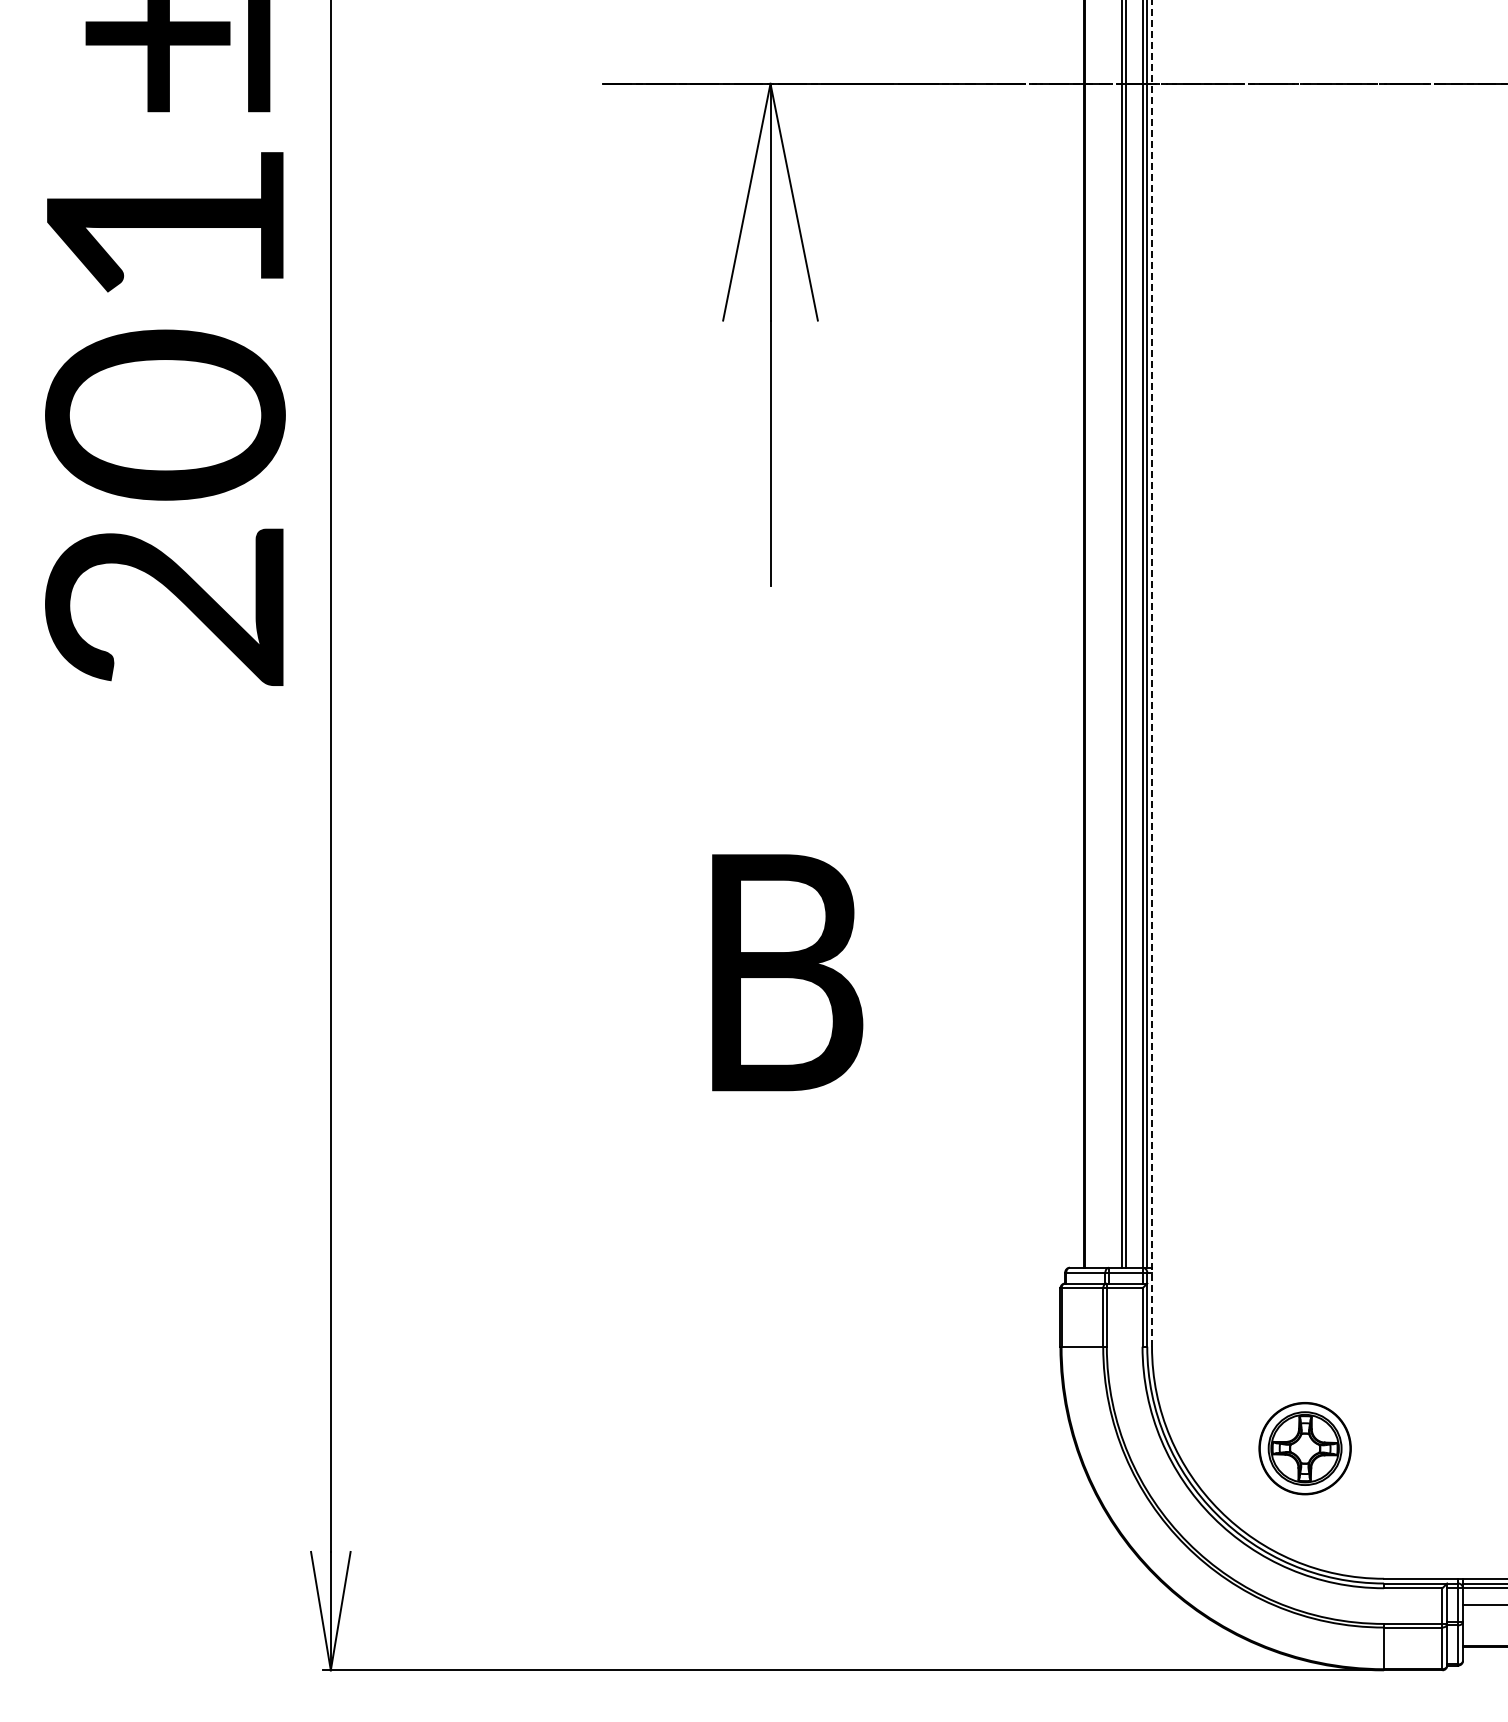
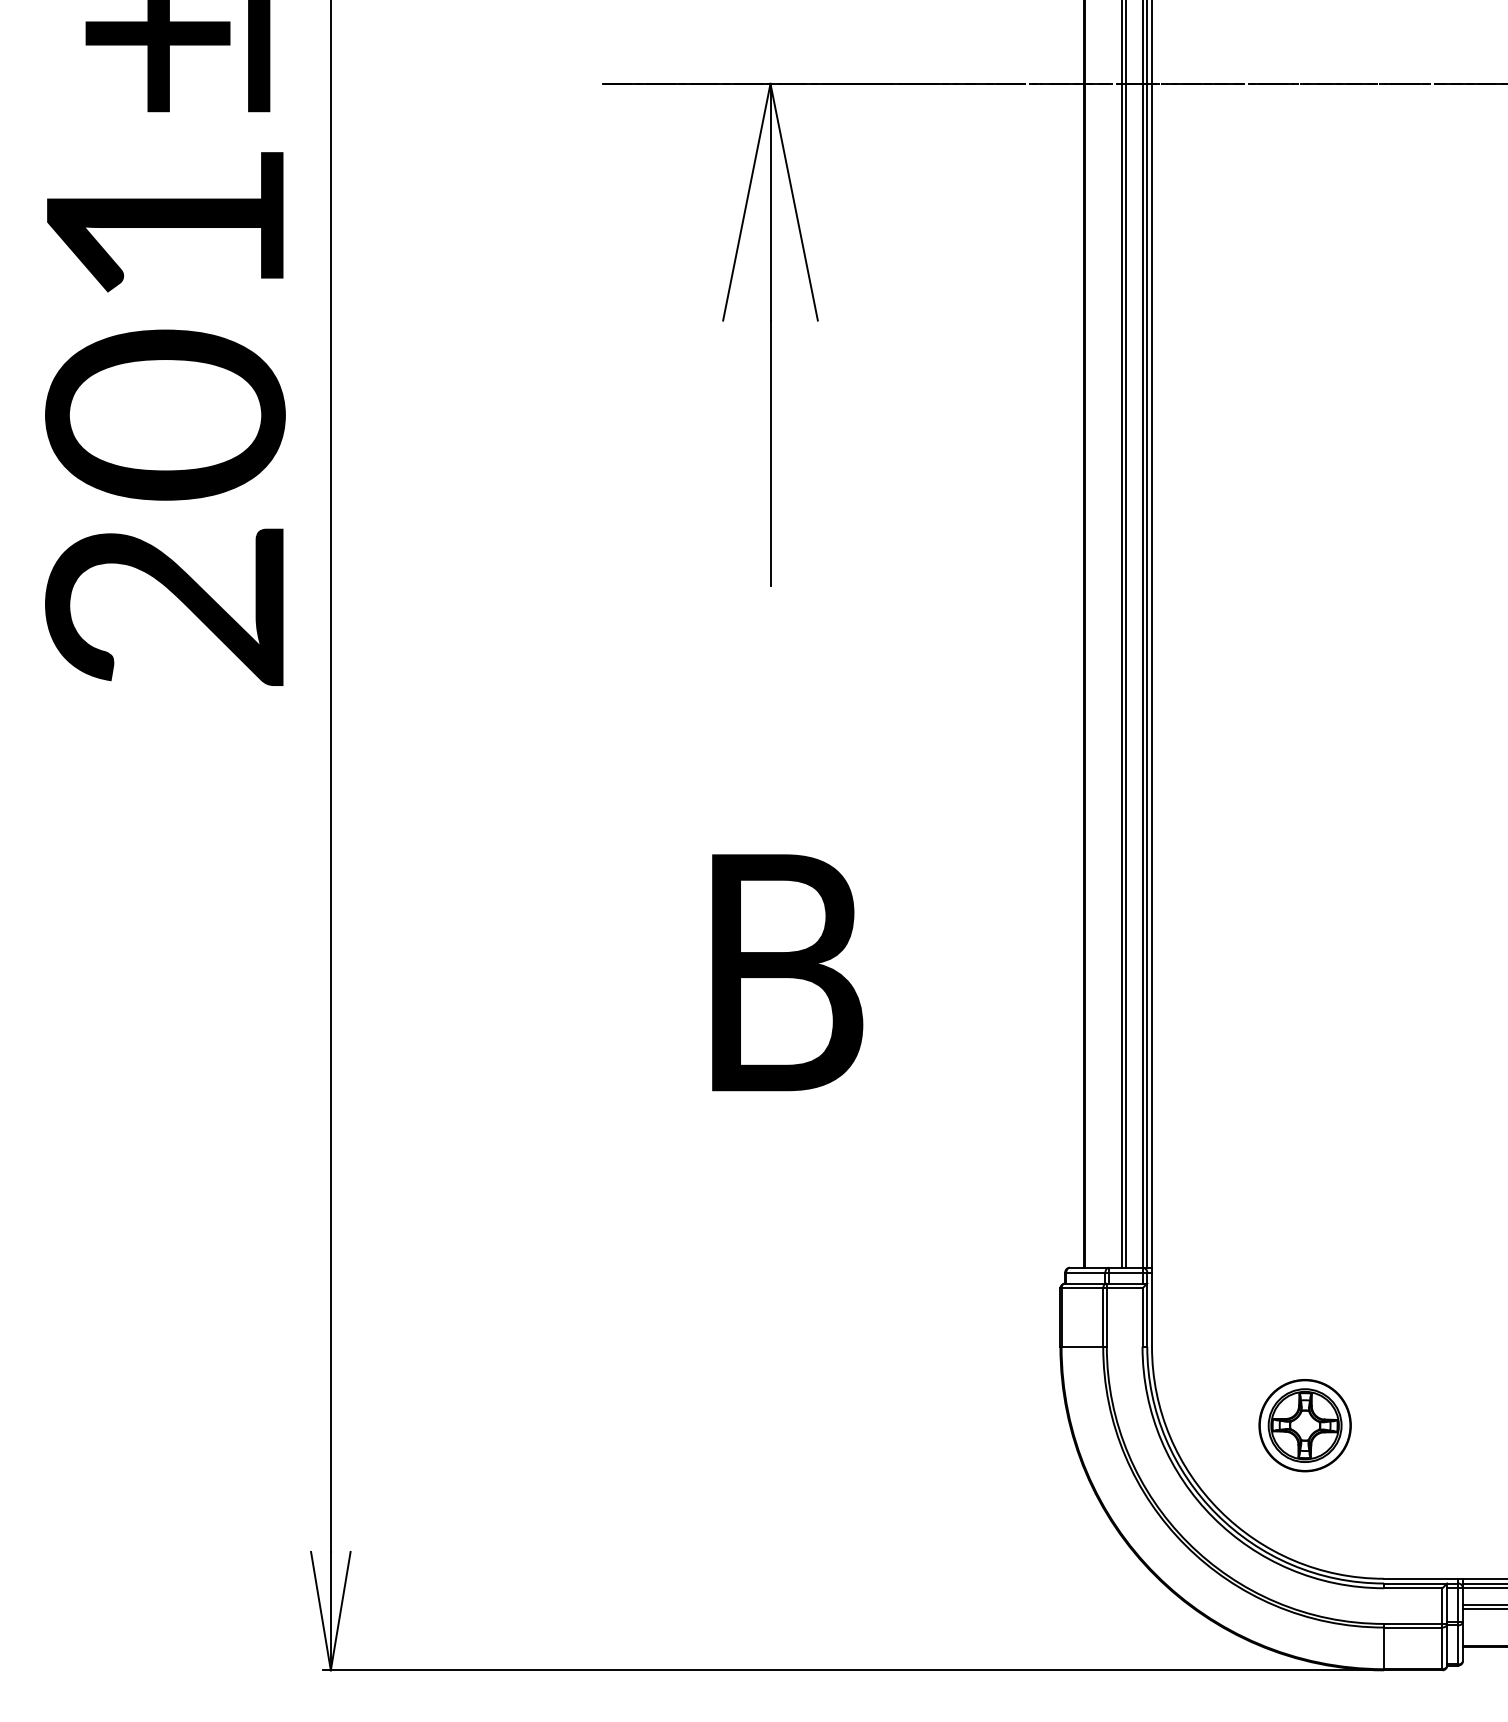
line at (1152, 673): dashed -> solid
part at (1304, 1448) position: (1304, 1448) -> (1304, 1425)
line at (1483, 1608): none -> present
